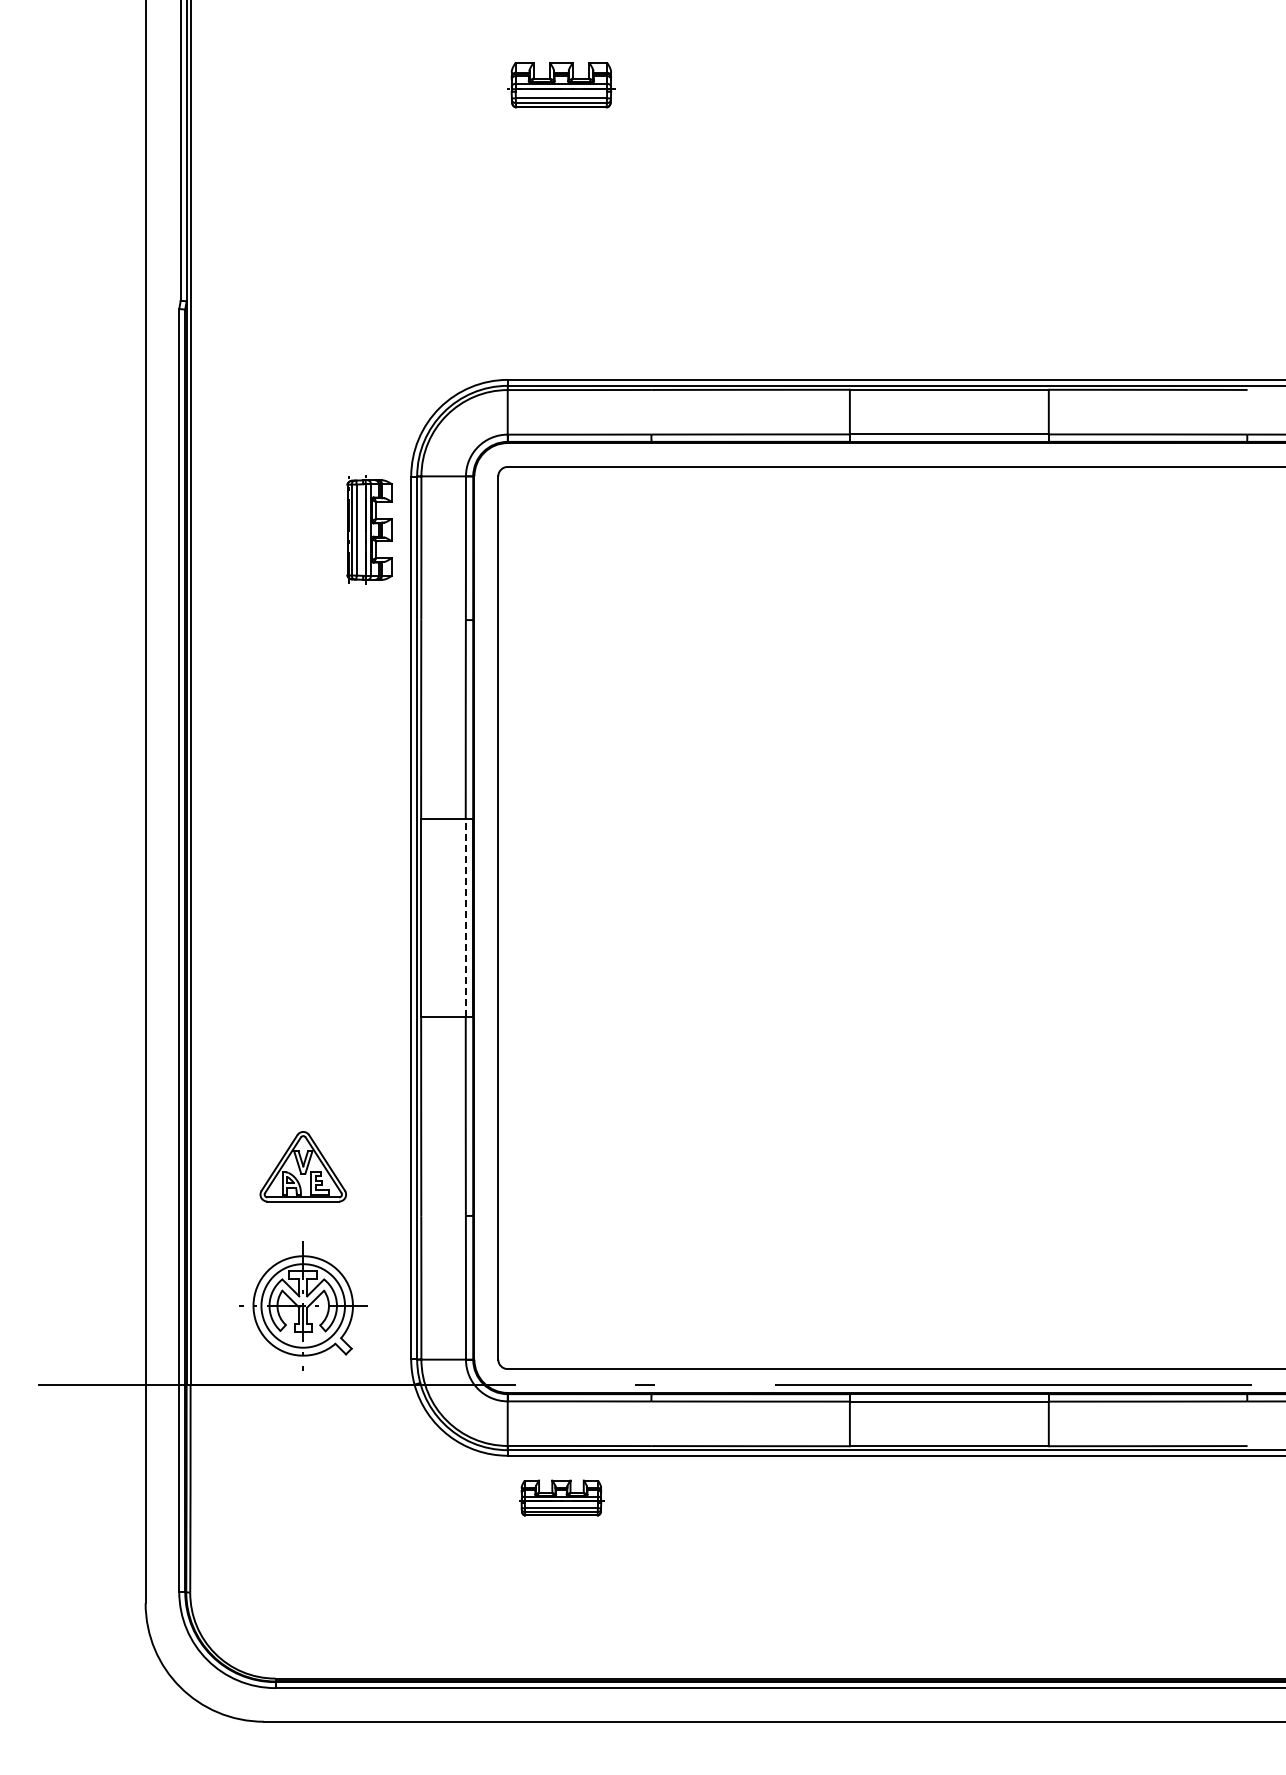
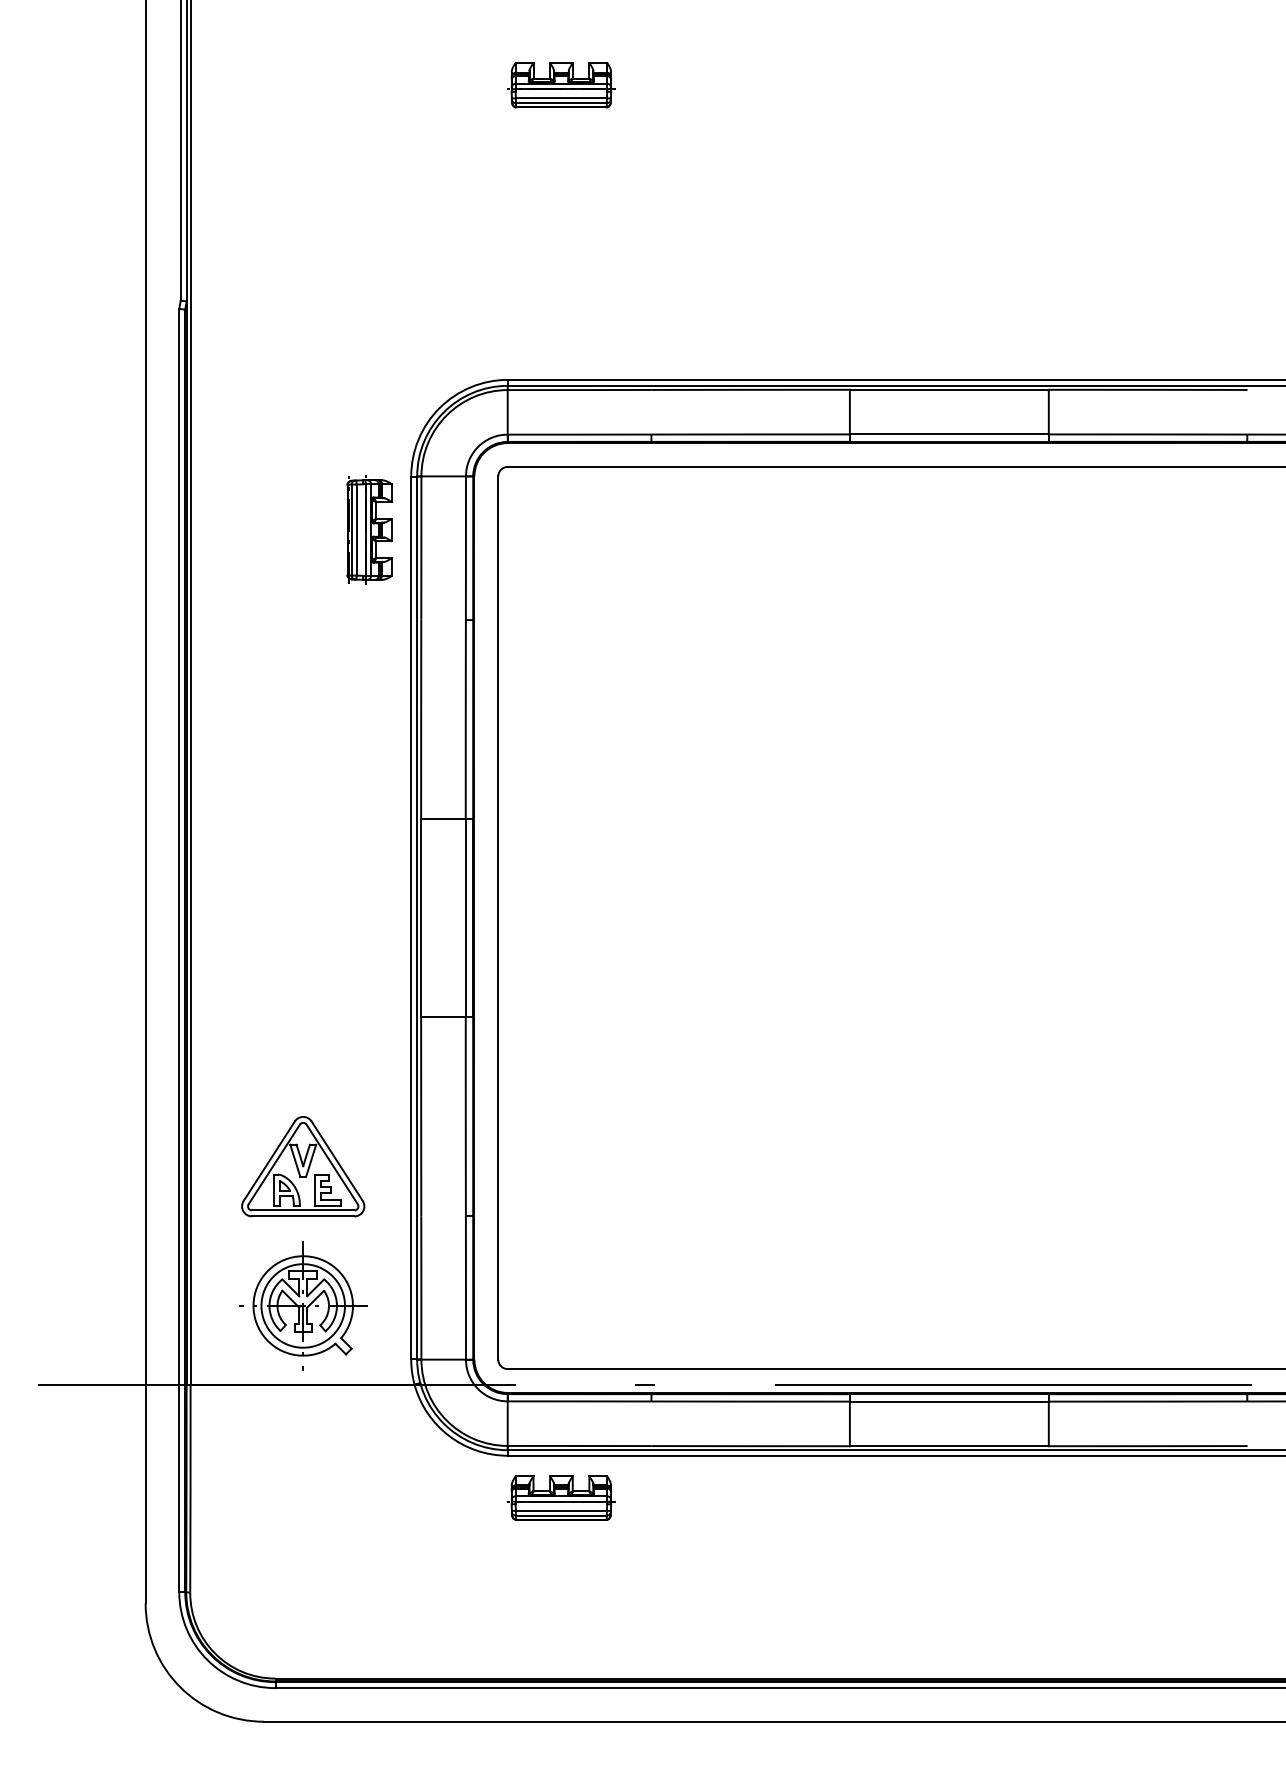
line at (465, 917): dashed -> solid
part at (302, 1166) size: 88x72 px -> 125x102 px
part at (561, 1497) size: 86x38 px -> 109x46 px
